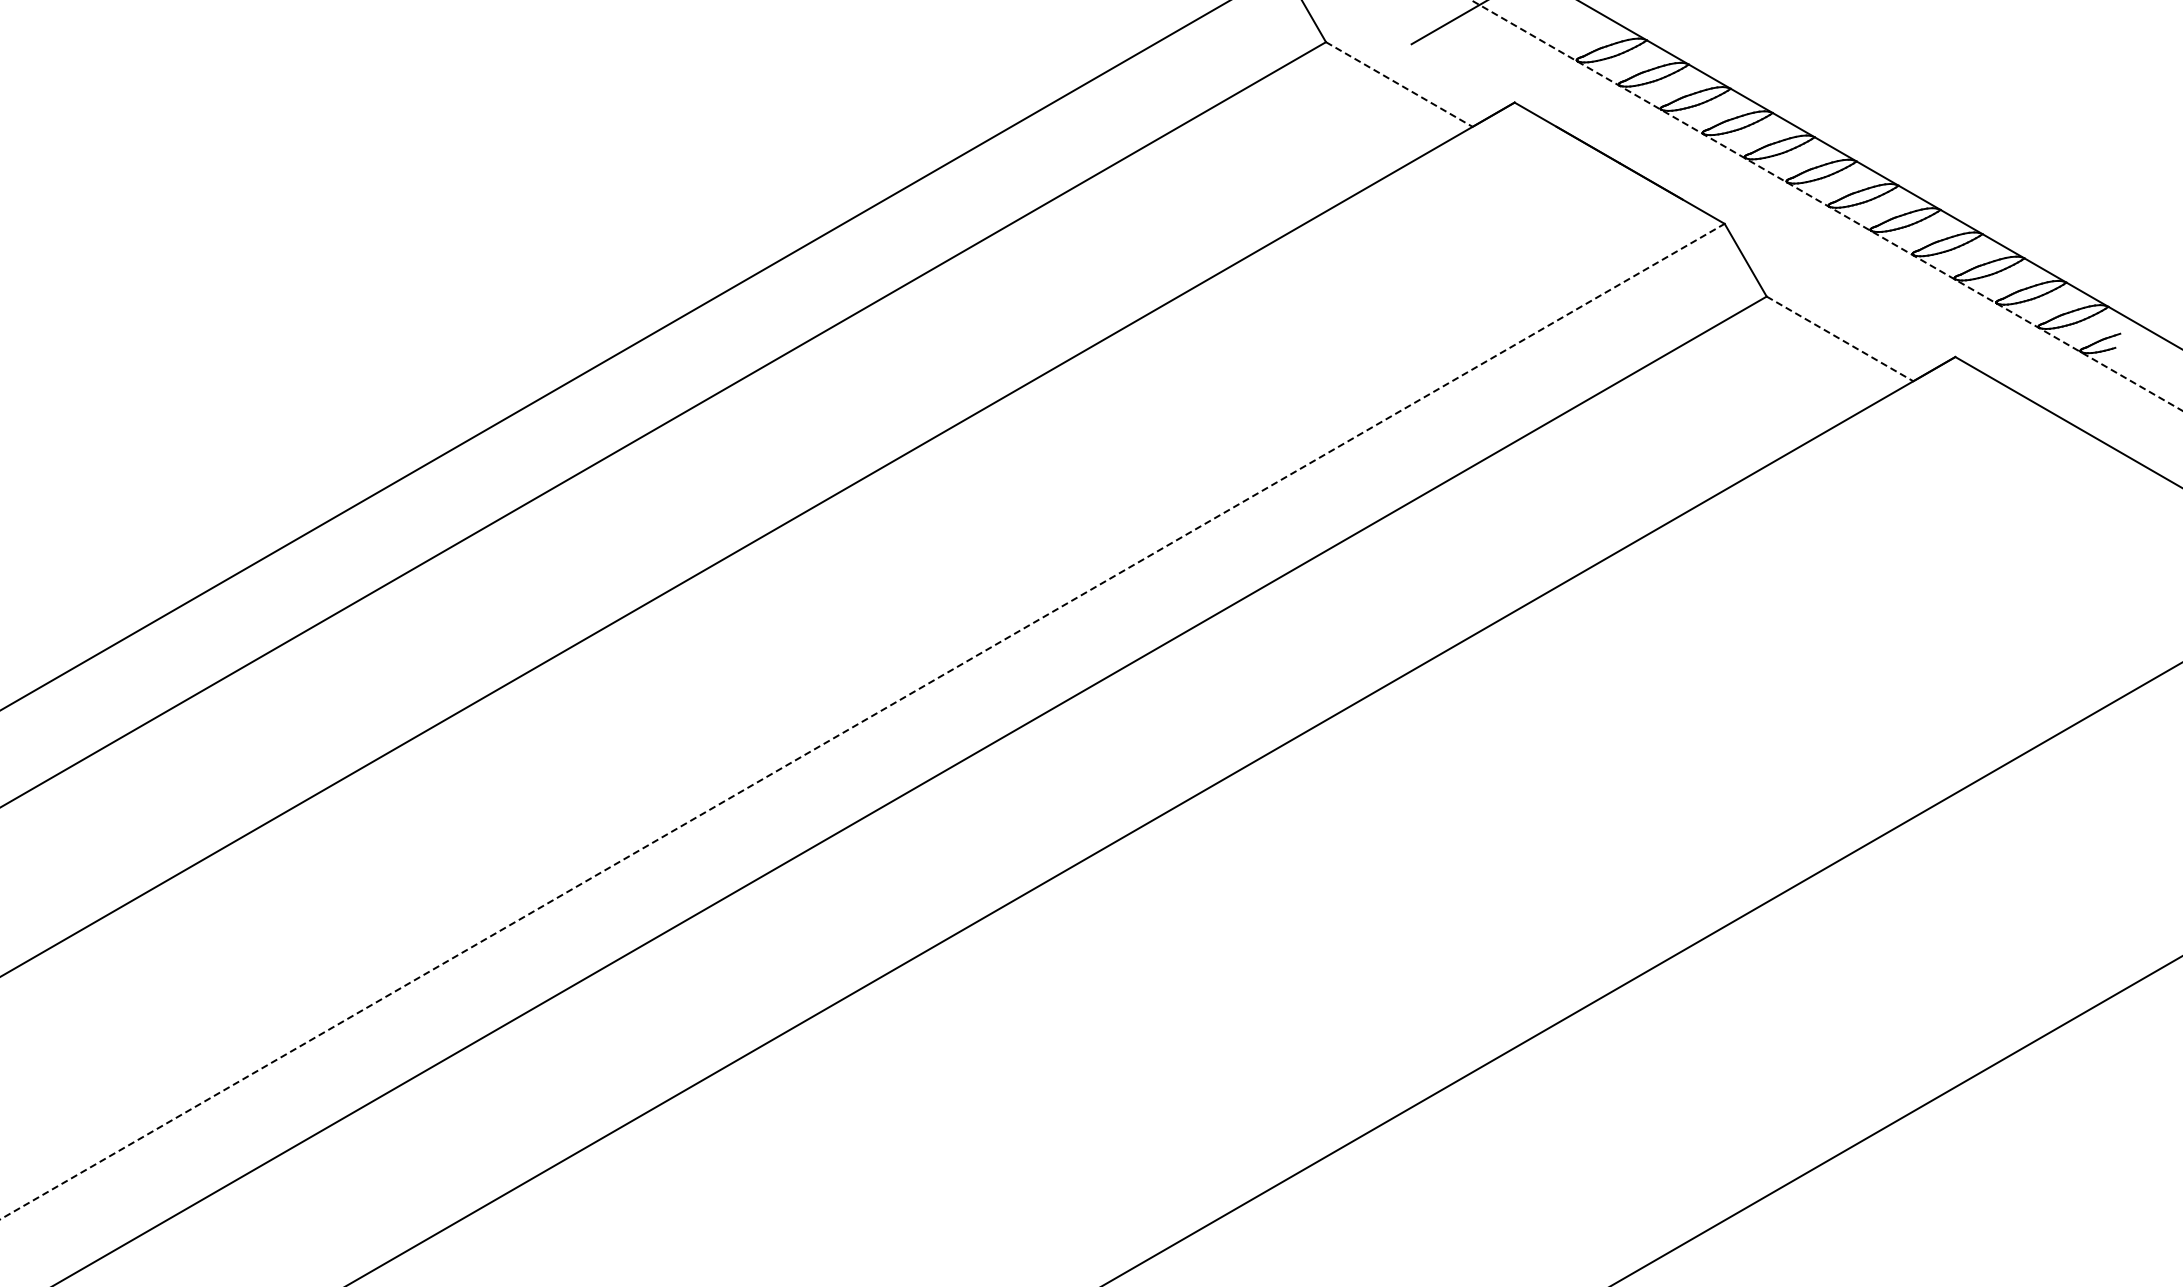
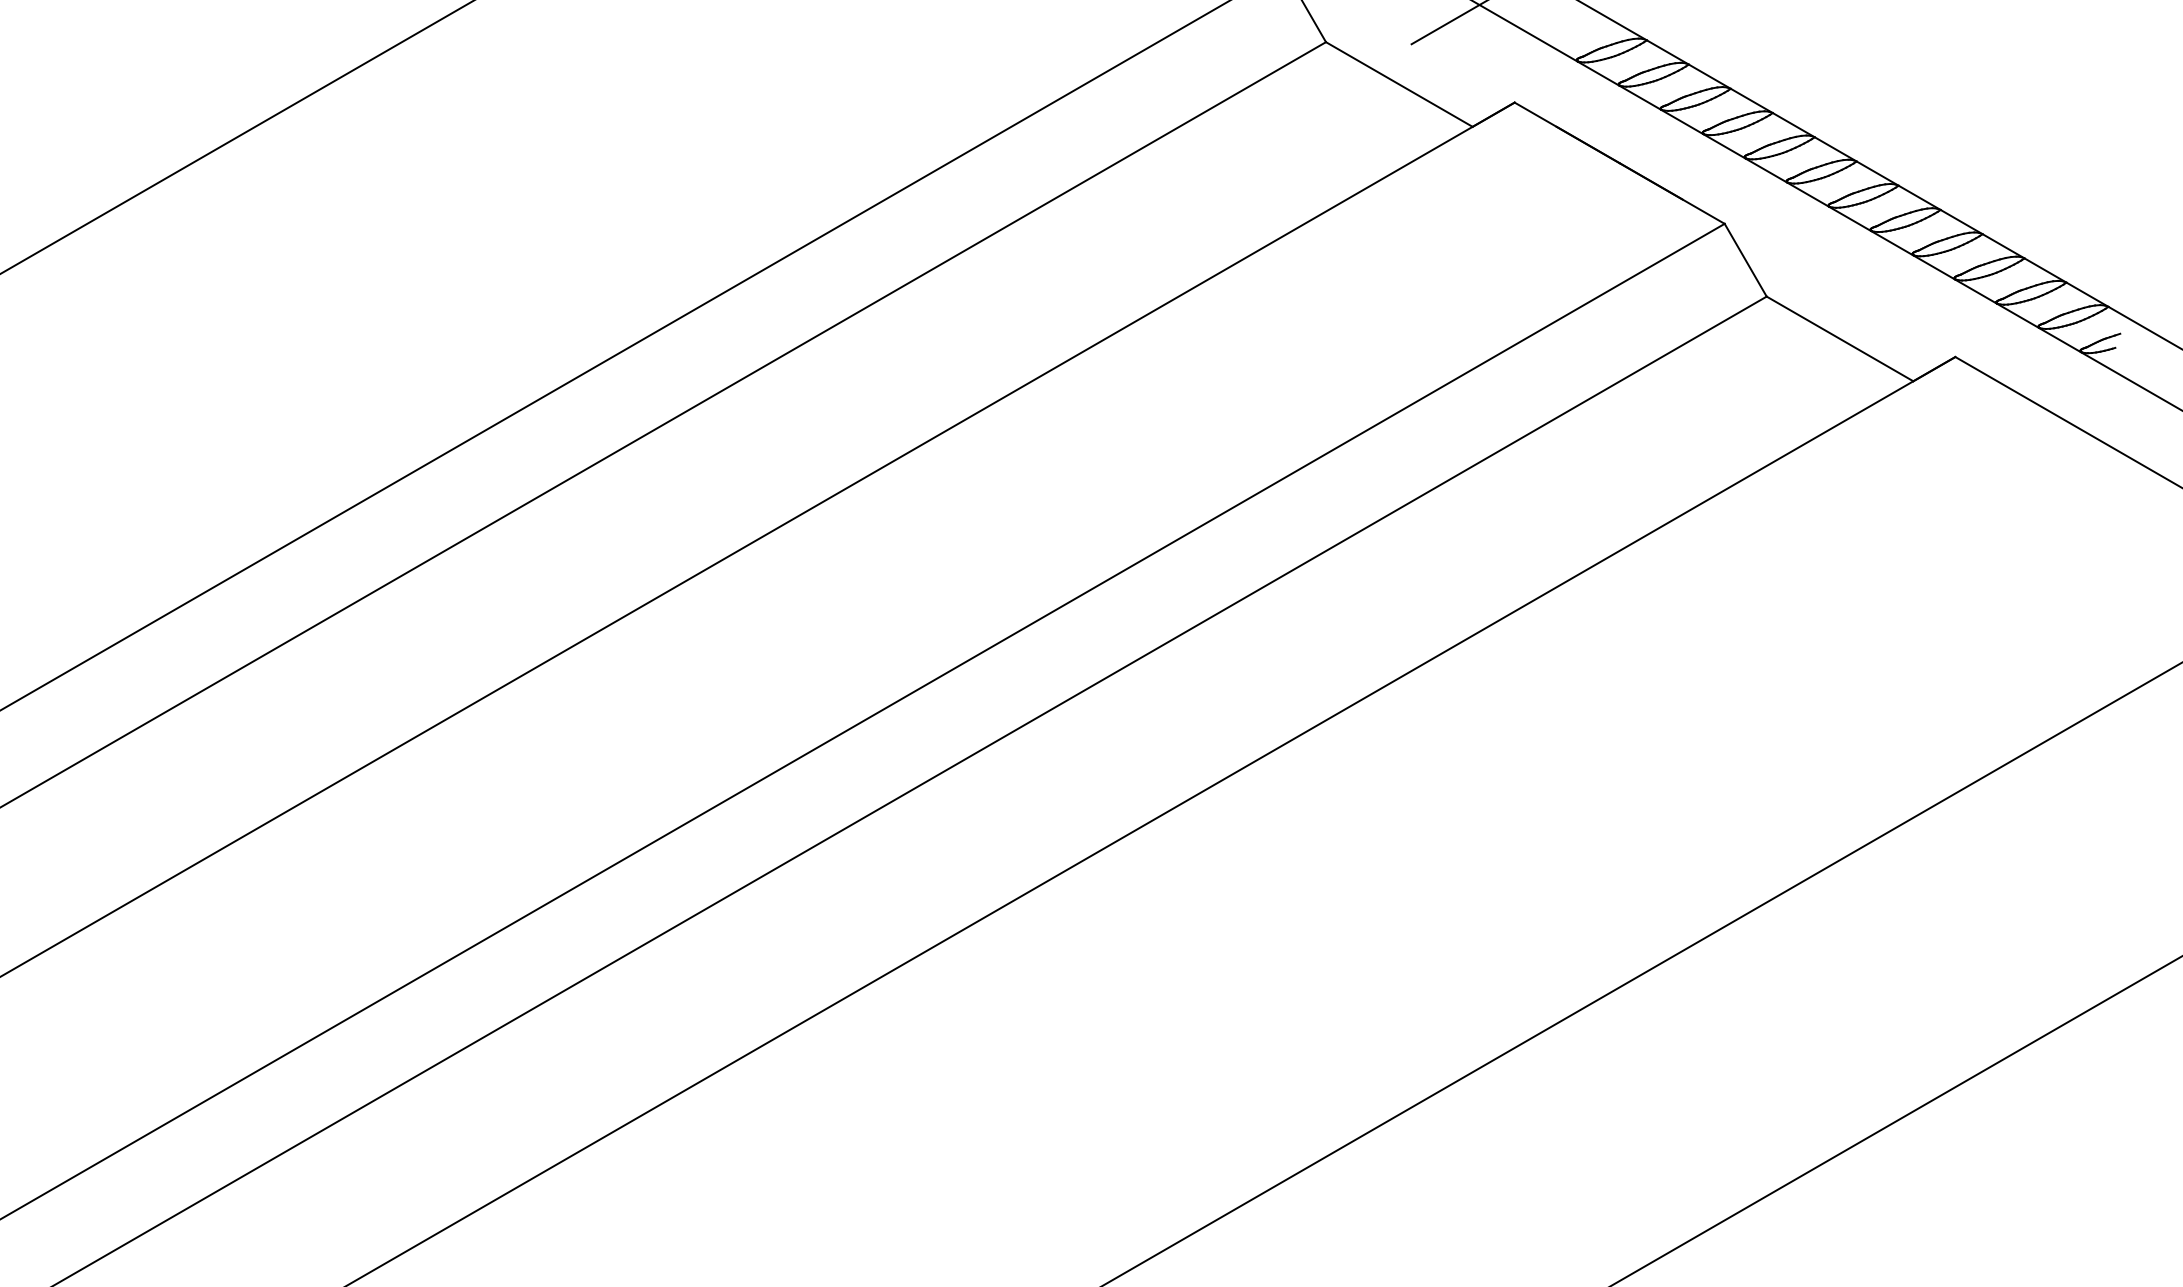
line at (1399, 84): dashed -> solid
line at (236, 137): none -> present
line at (1826, 205): dashed -> solid
line at (1840, 338): dashed -> solid
line at (863, 721): dashed -> solid
